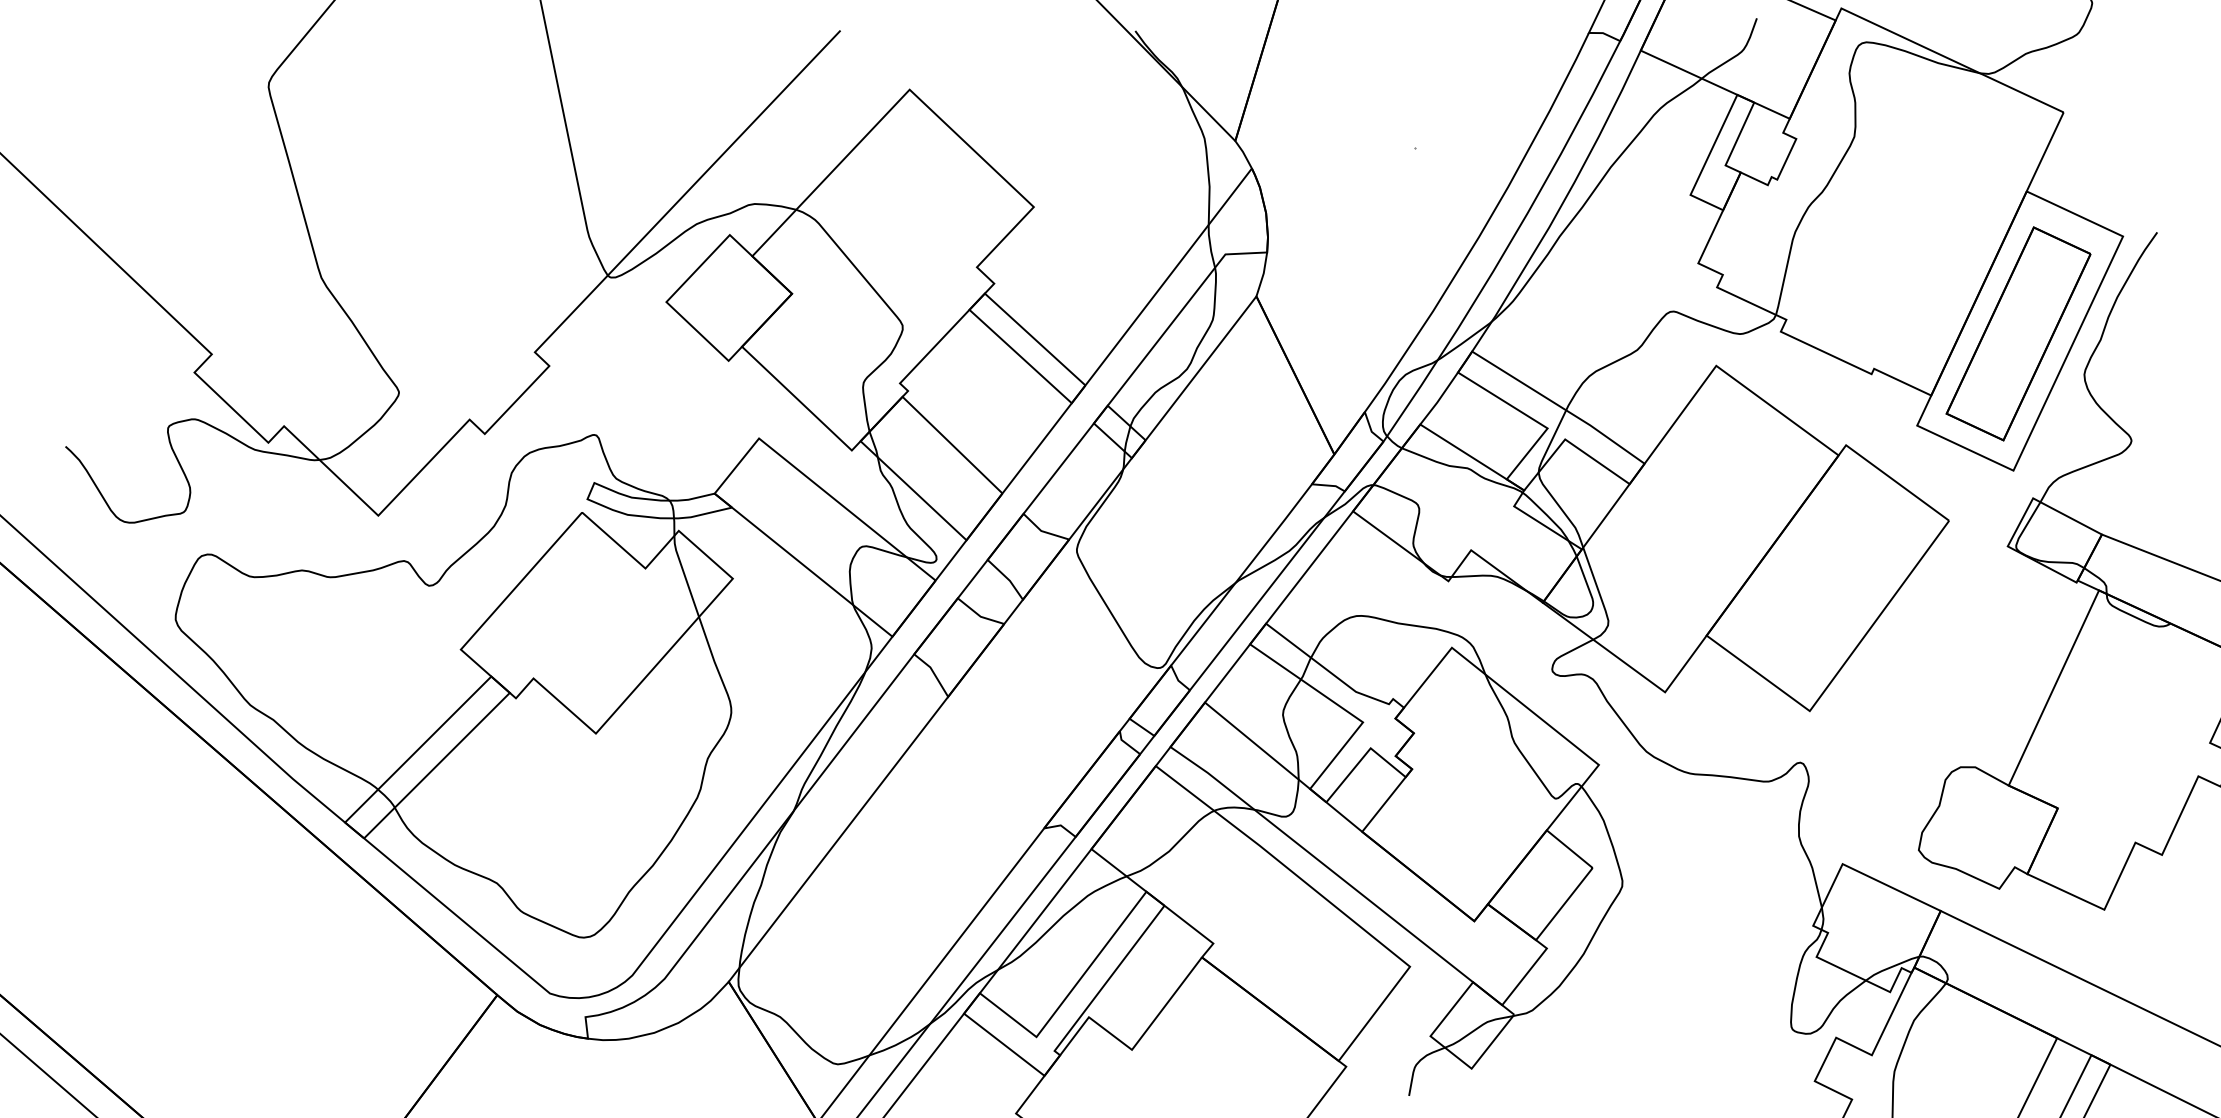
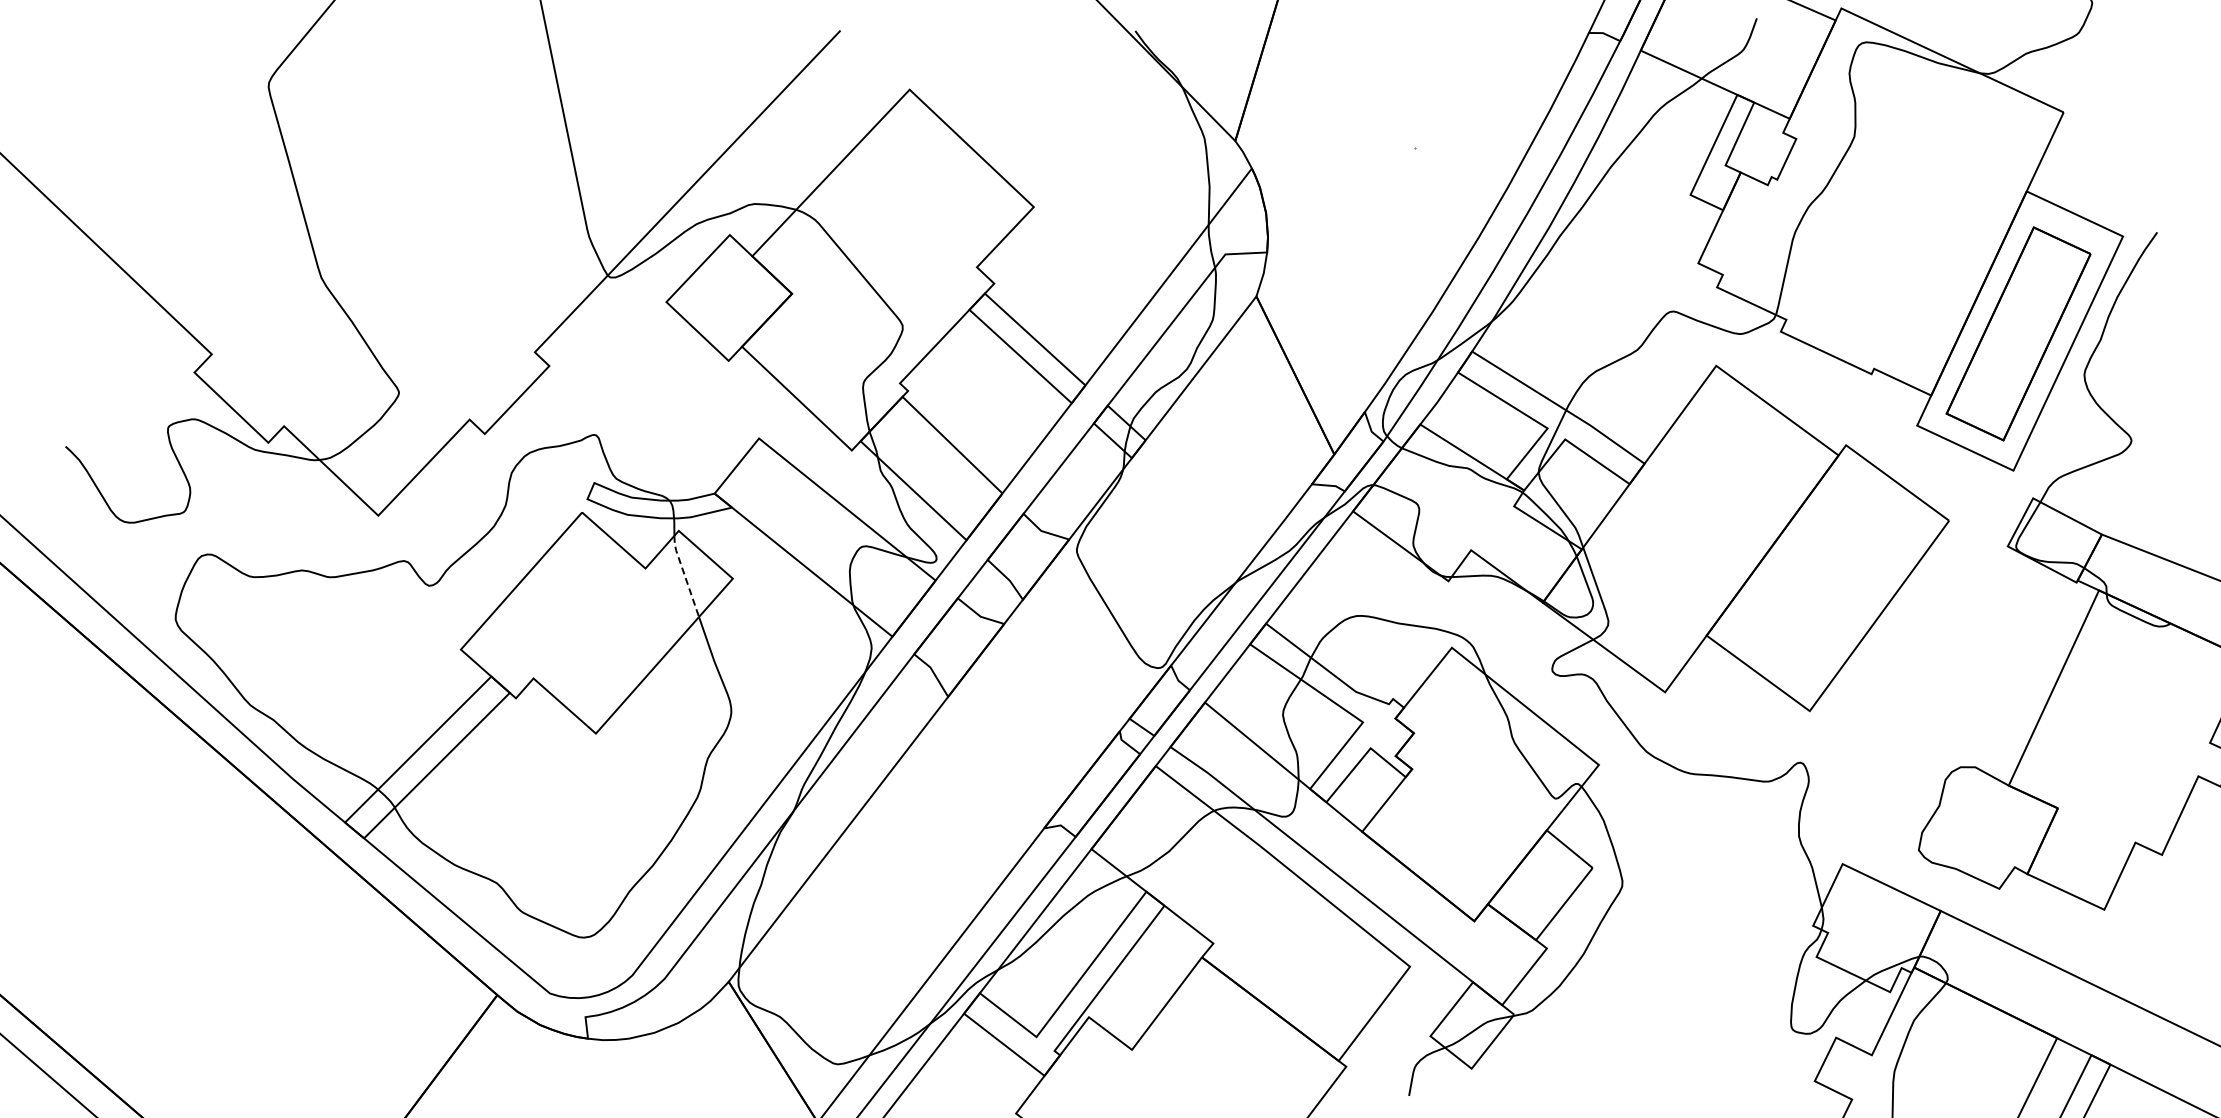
line at (684, 575): solid -> dashed
